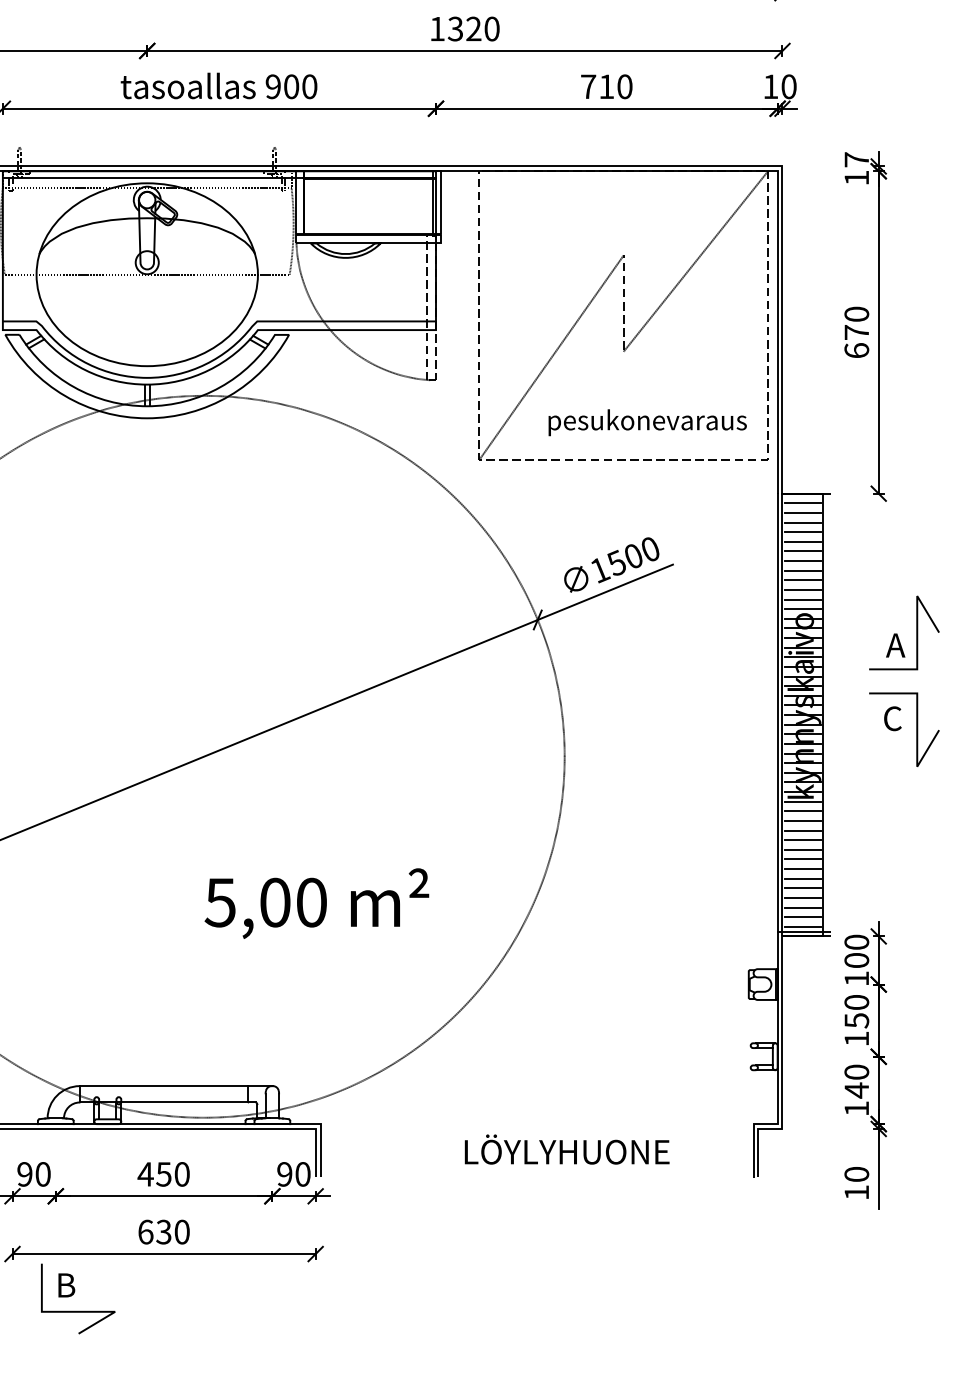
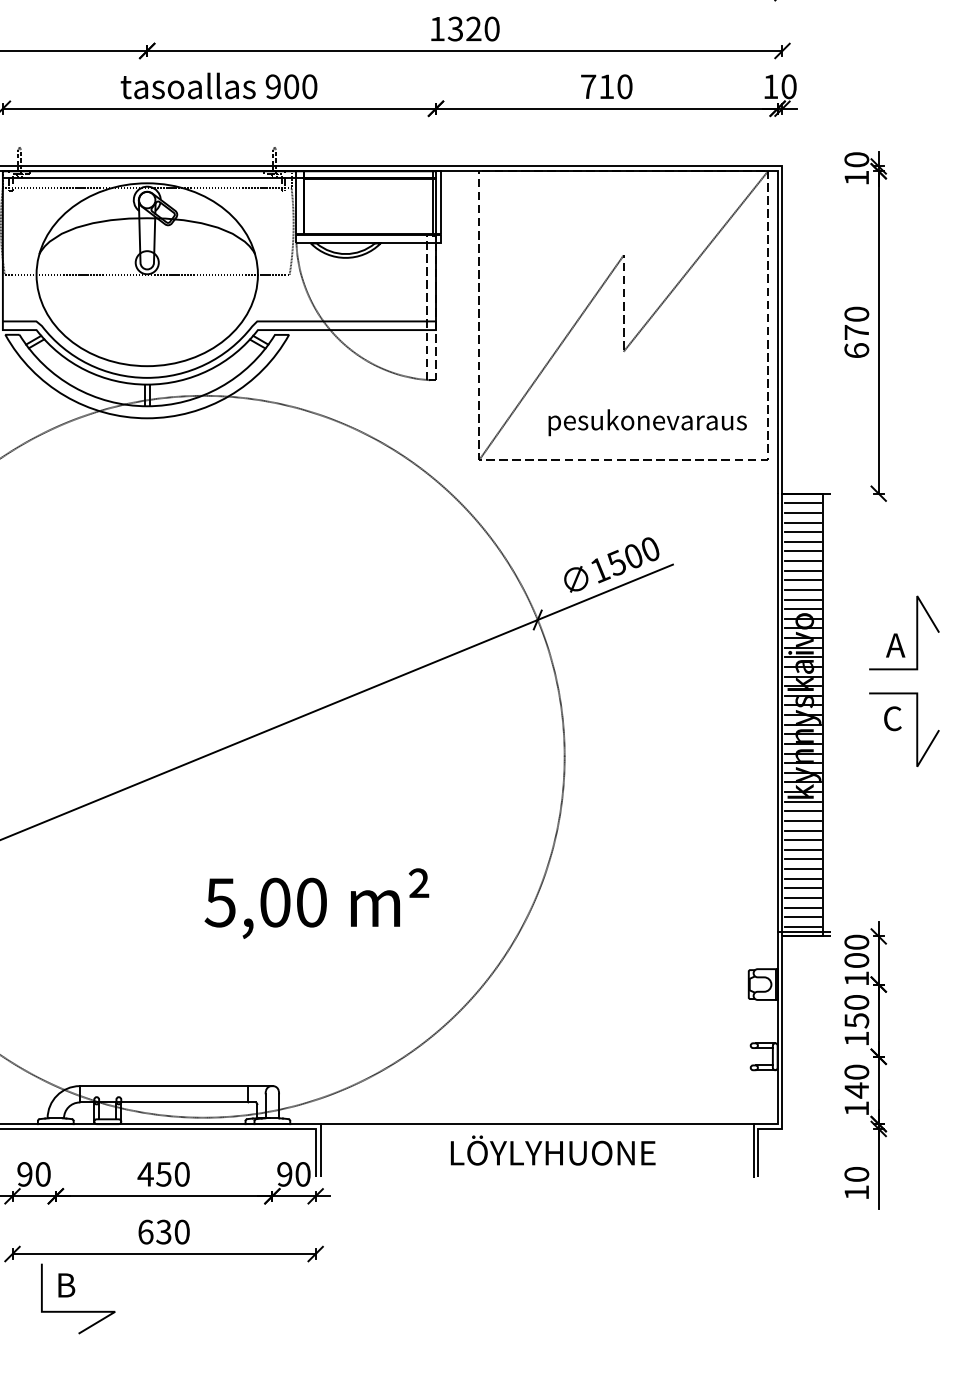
text at (856, 159): 17 -> 10
line at (536, 1124): none -> present
text at (566, 1149) position: (566, 1149) -> (552, 1150)
